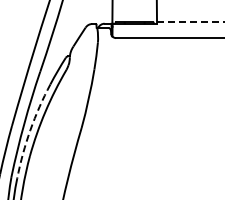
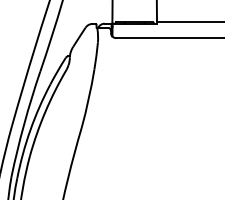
line at (191, 21): dashed -> solid
arc at (30, 130): dashed -> solid
